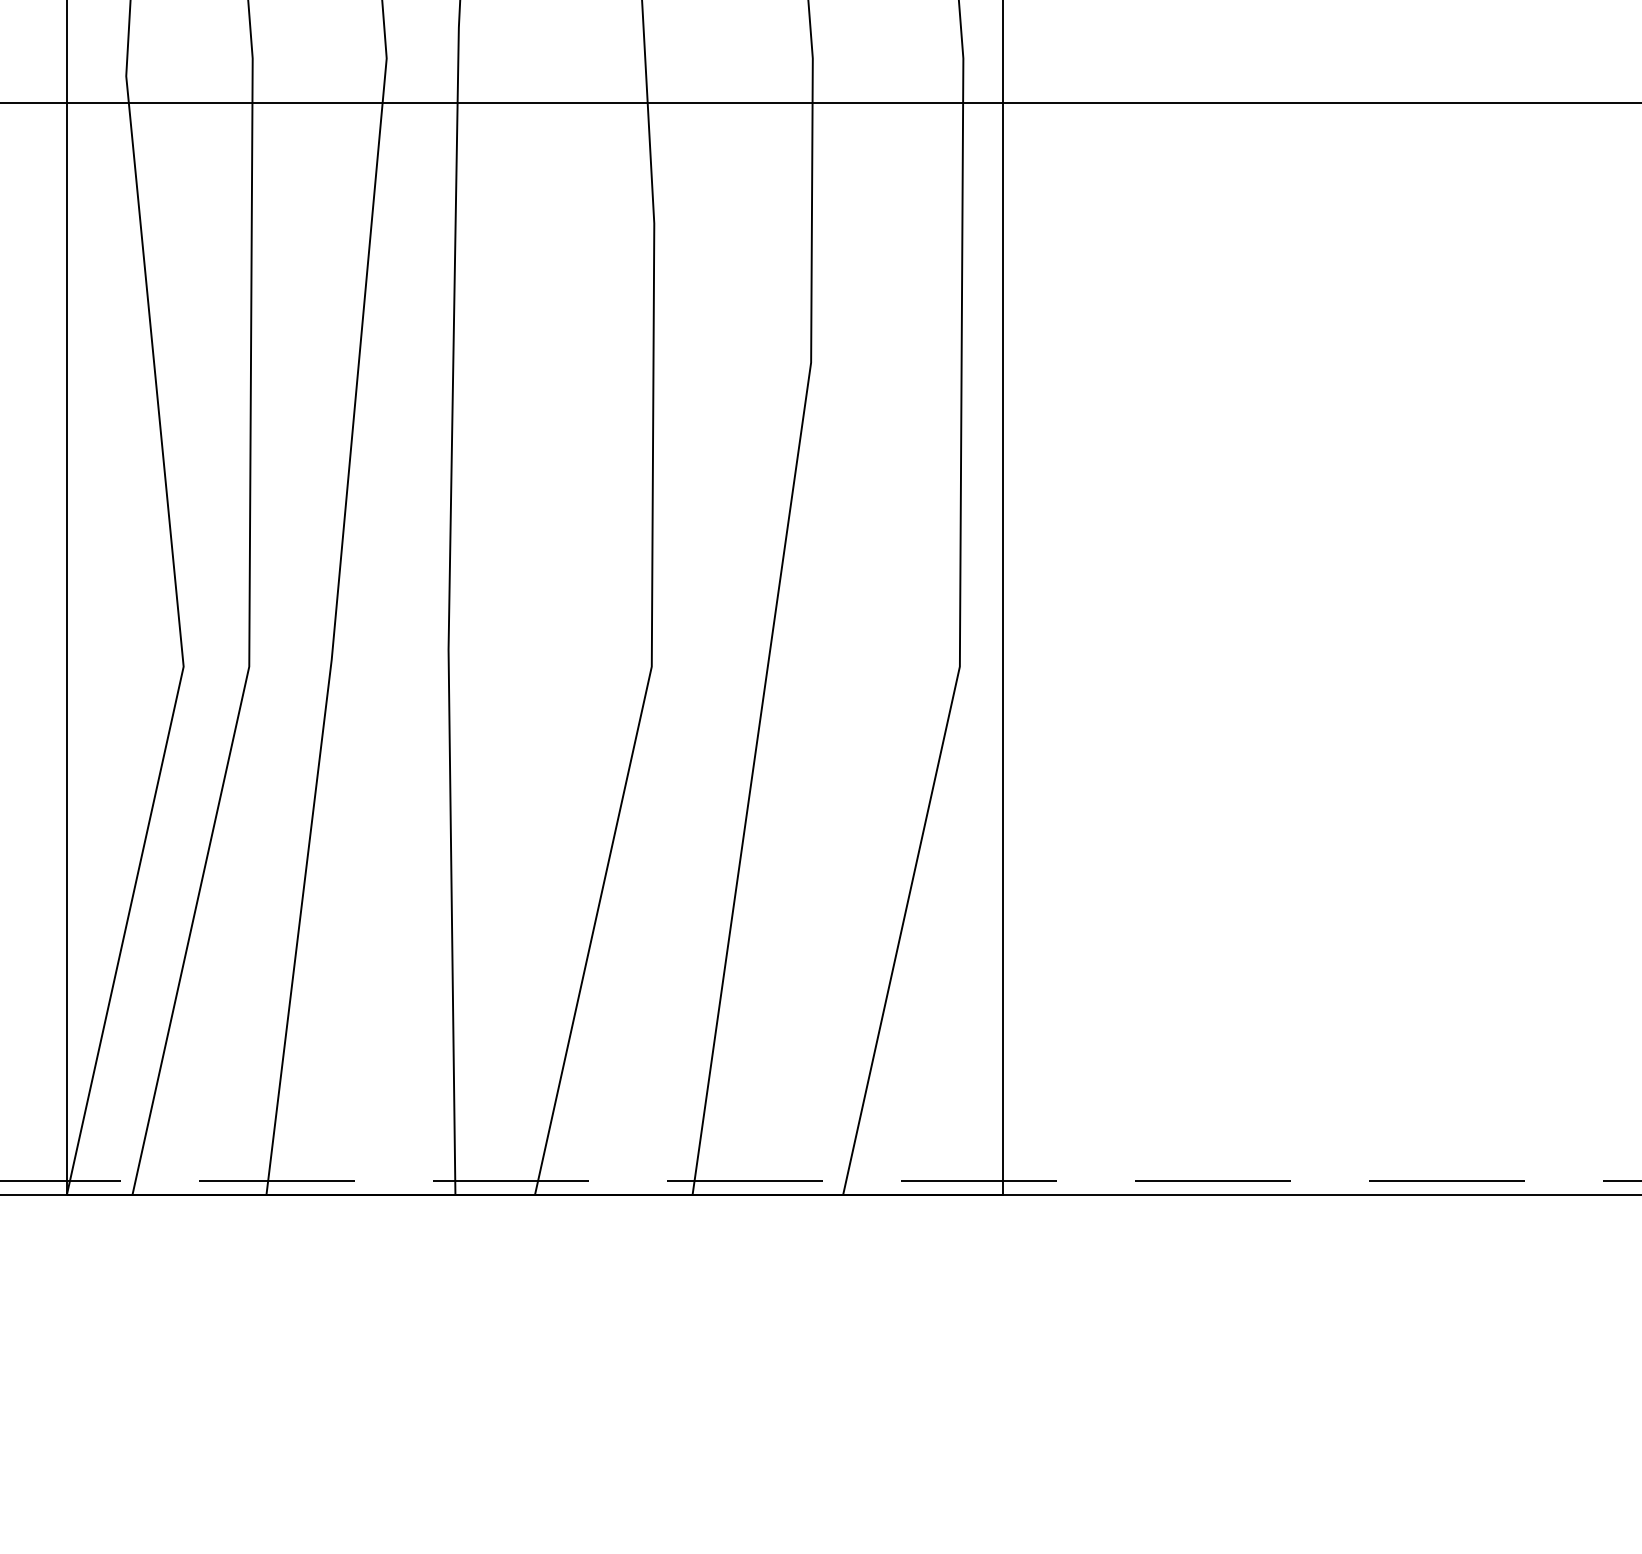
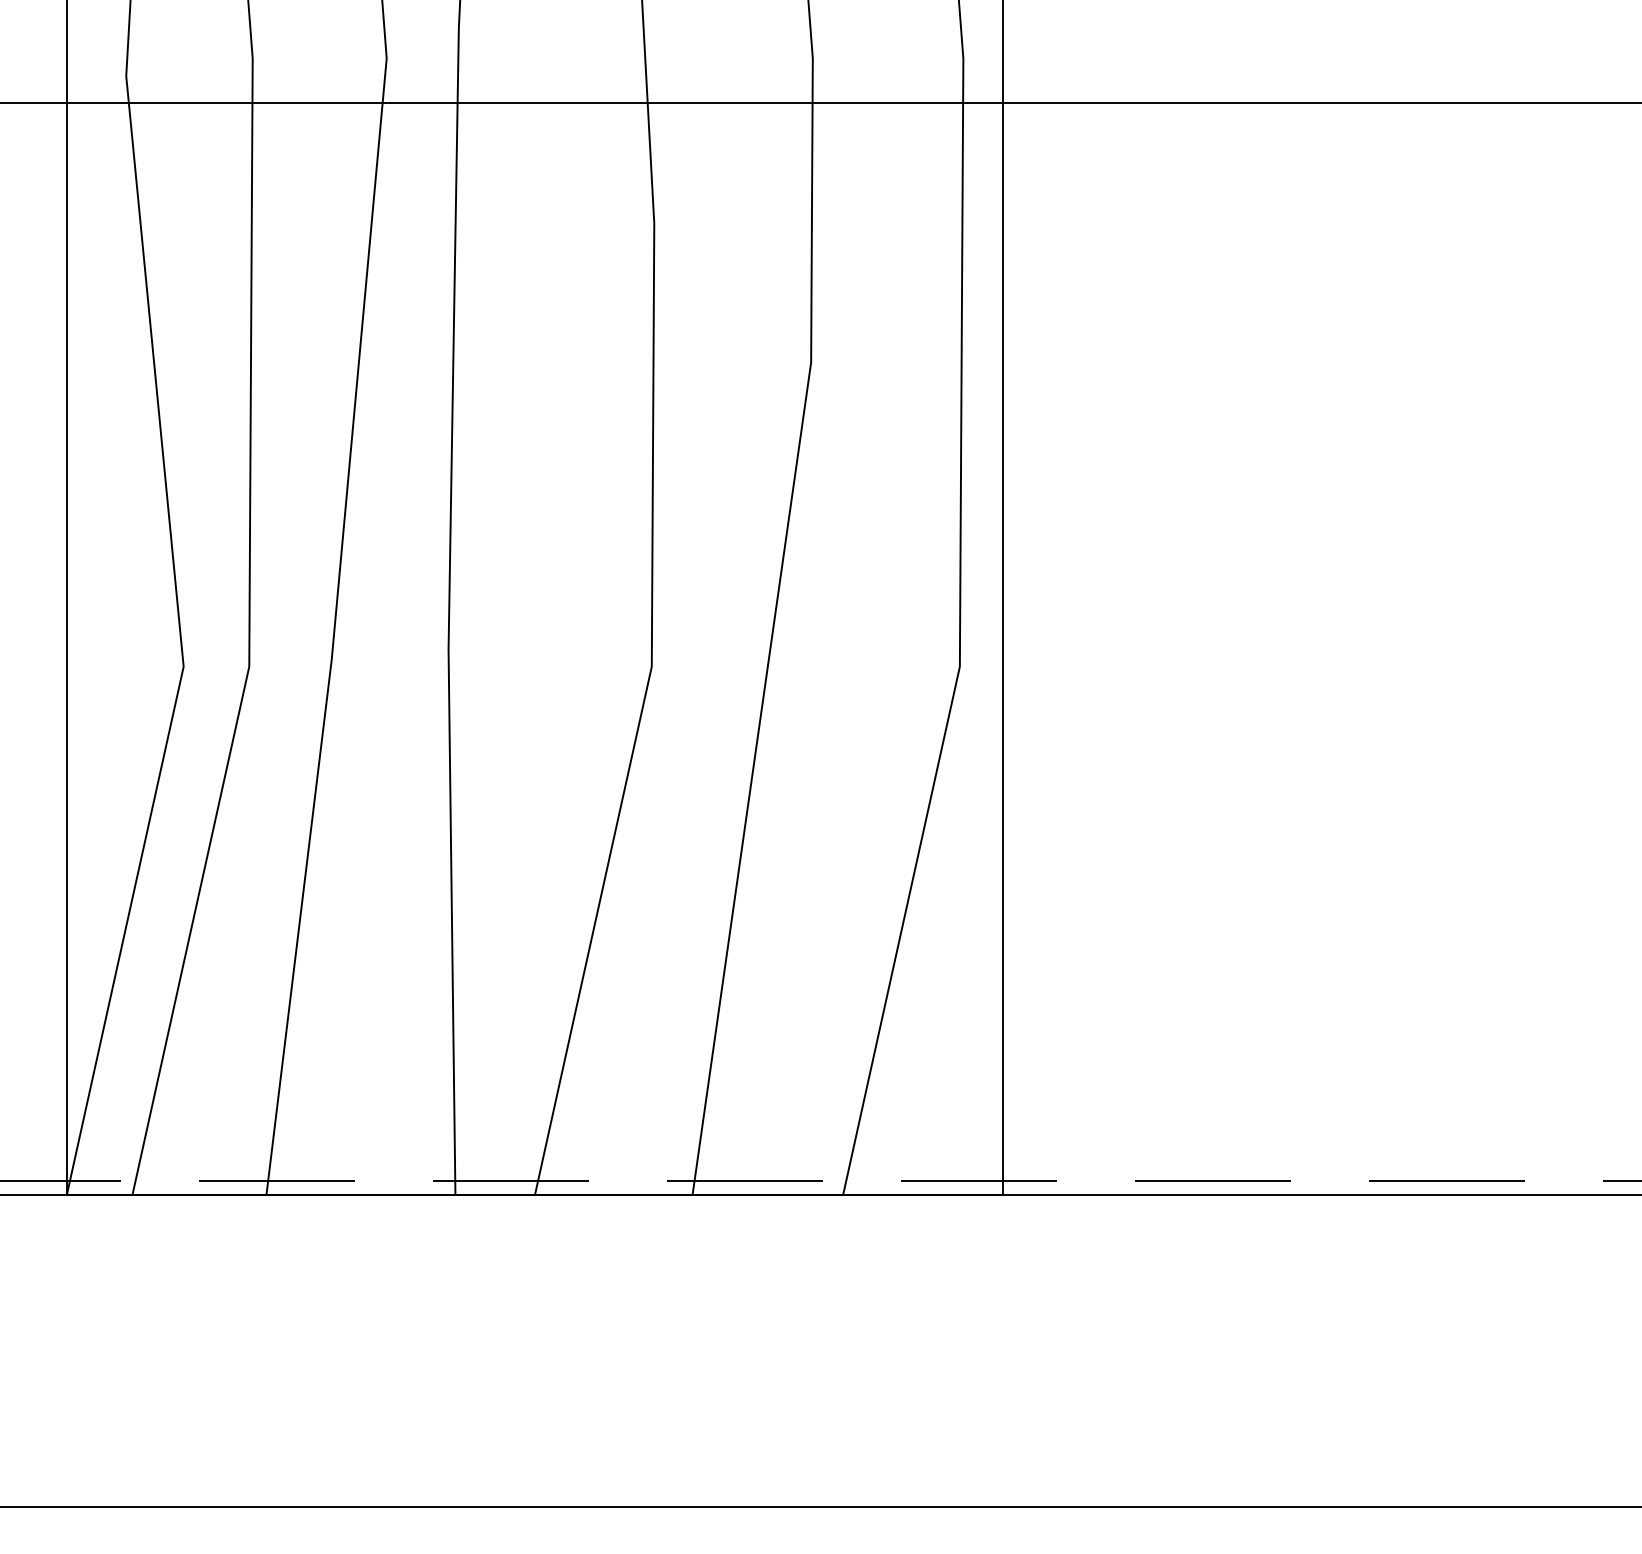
line at (820, 1507): none -> present
